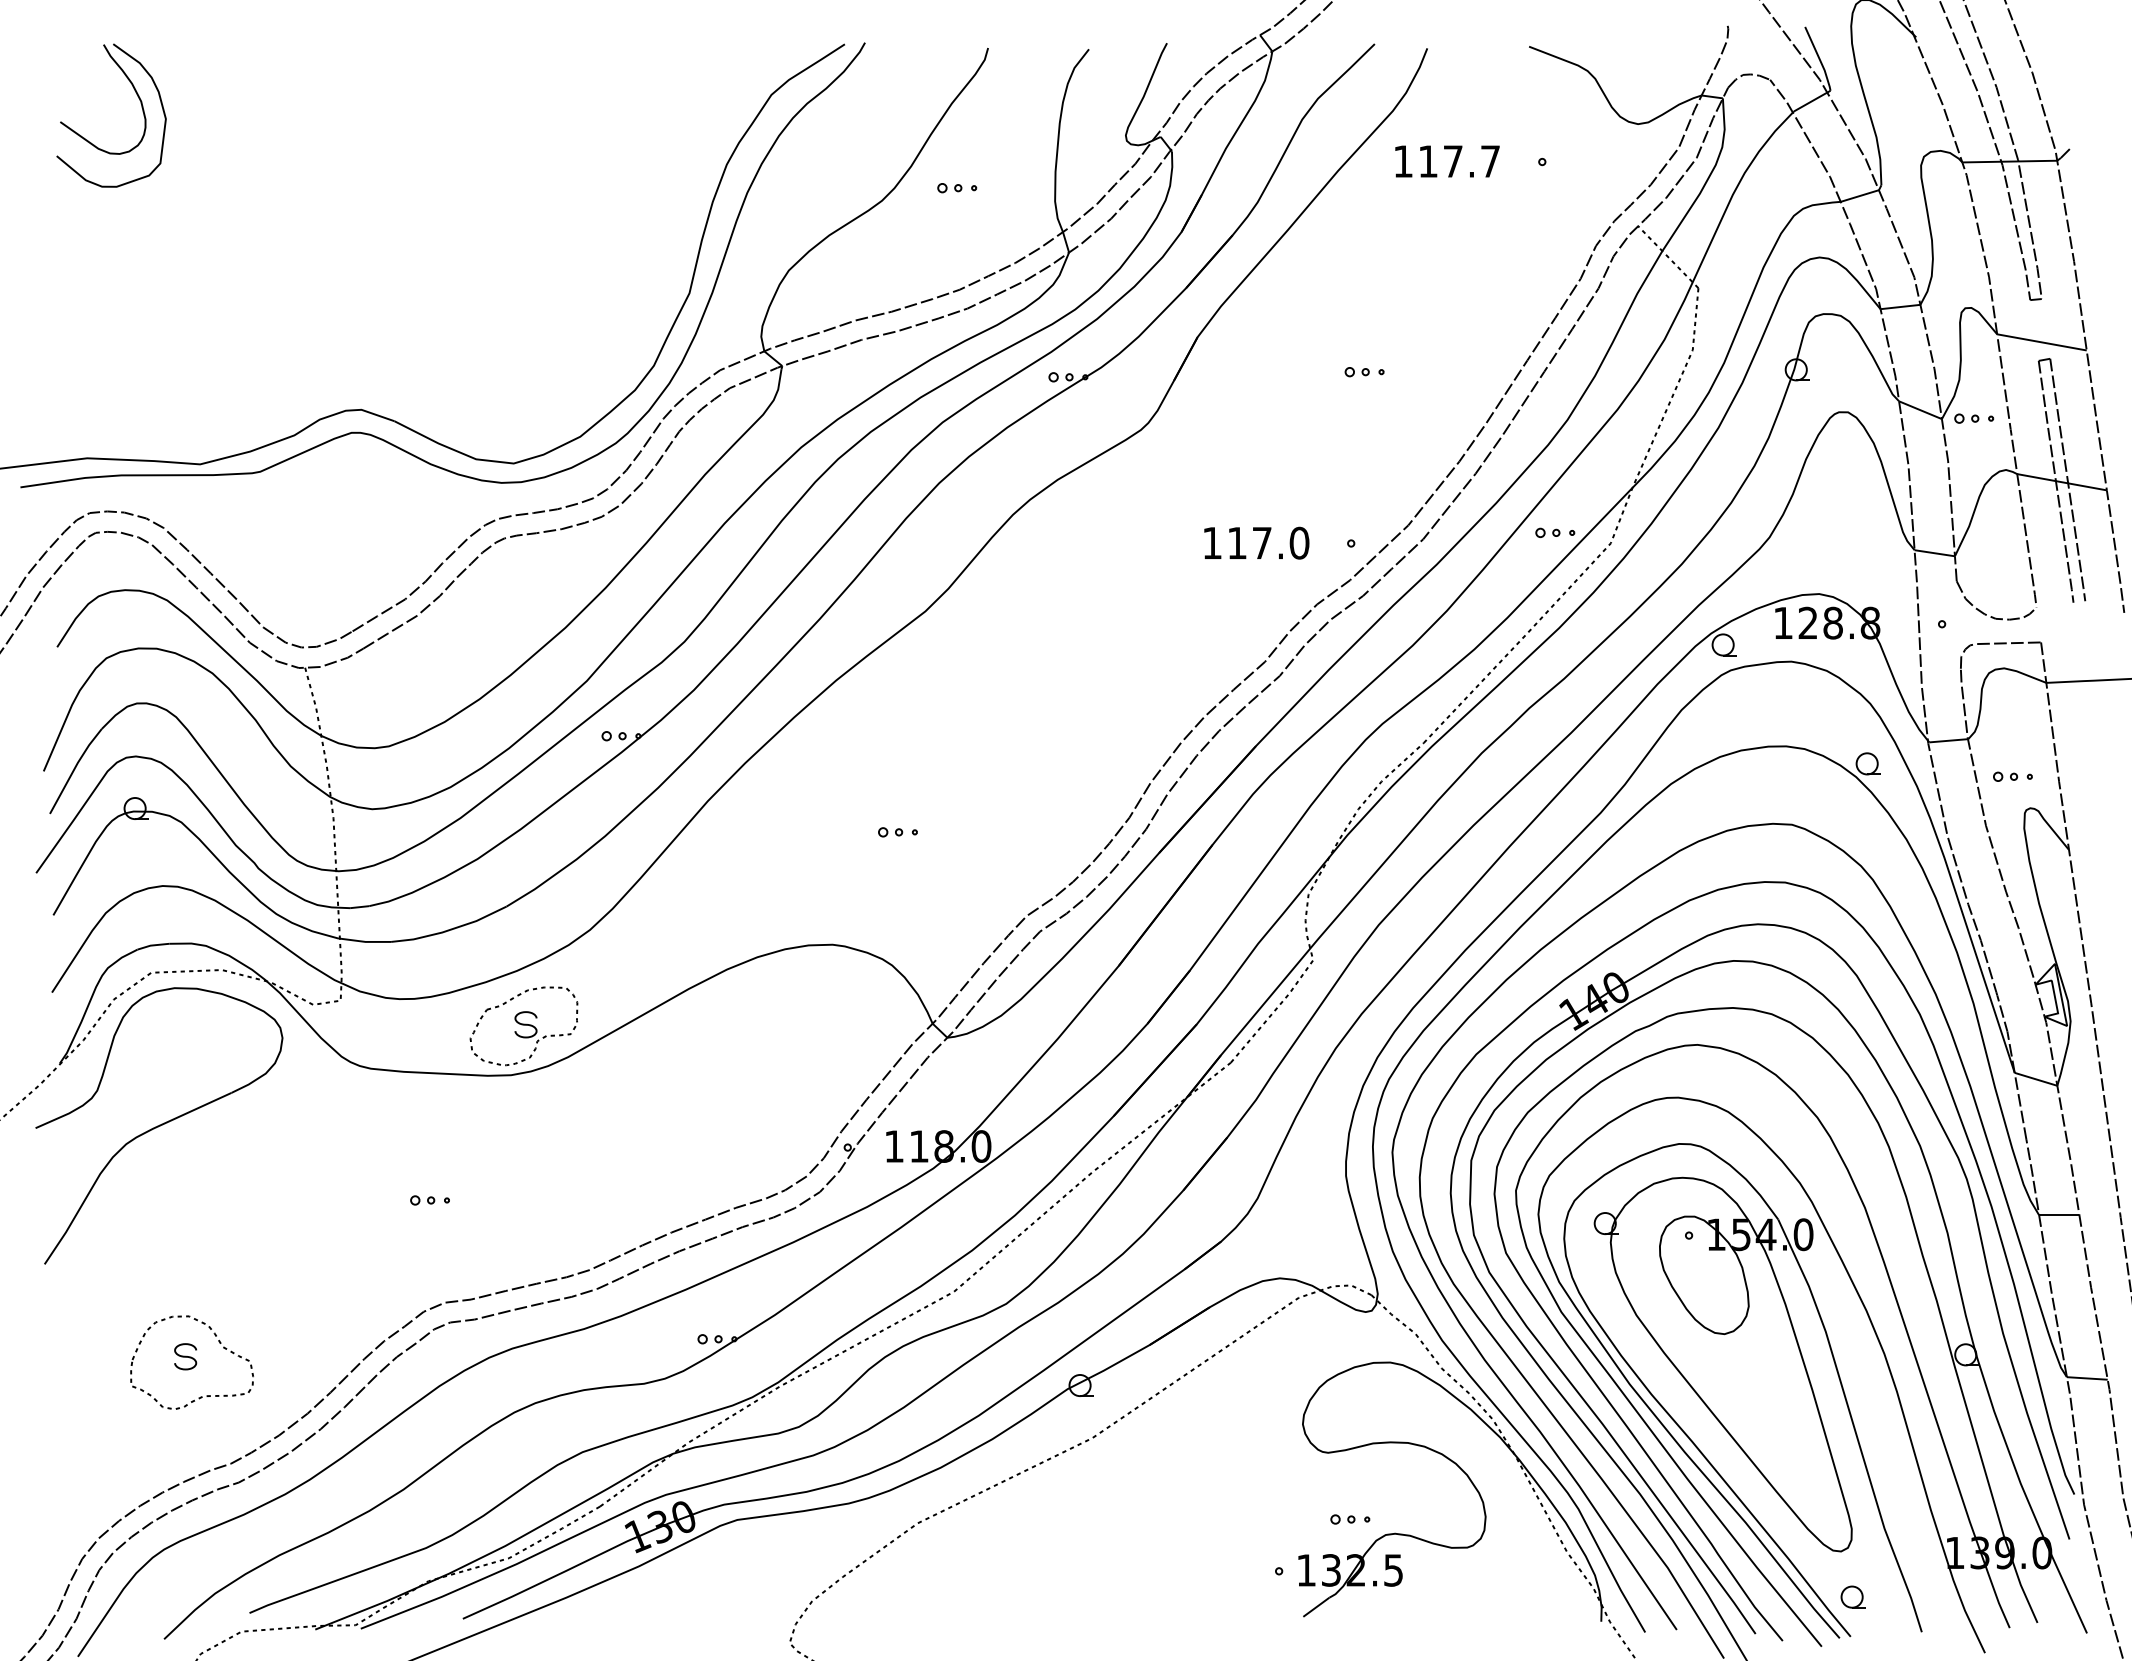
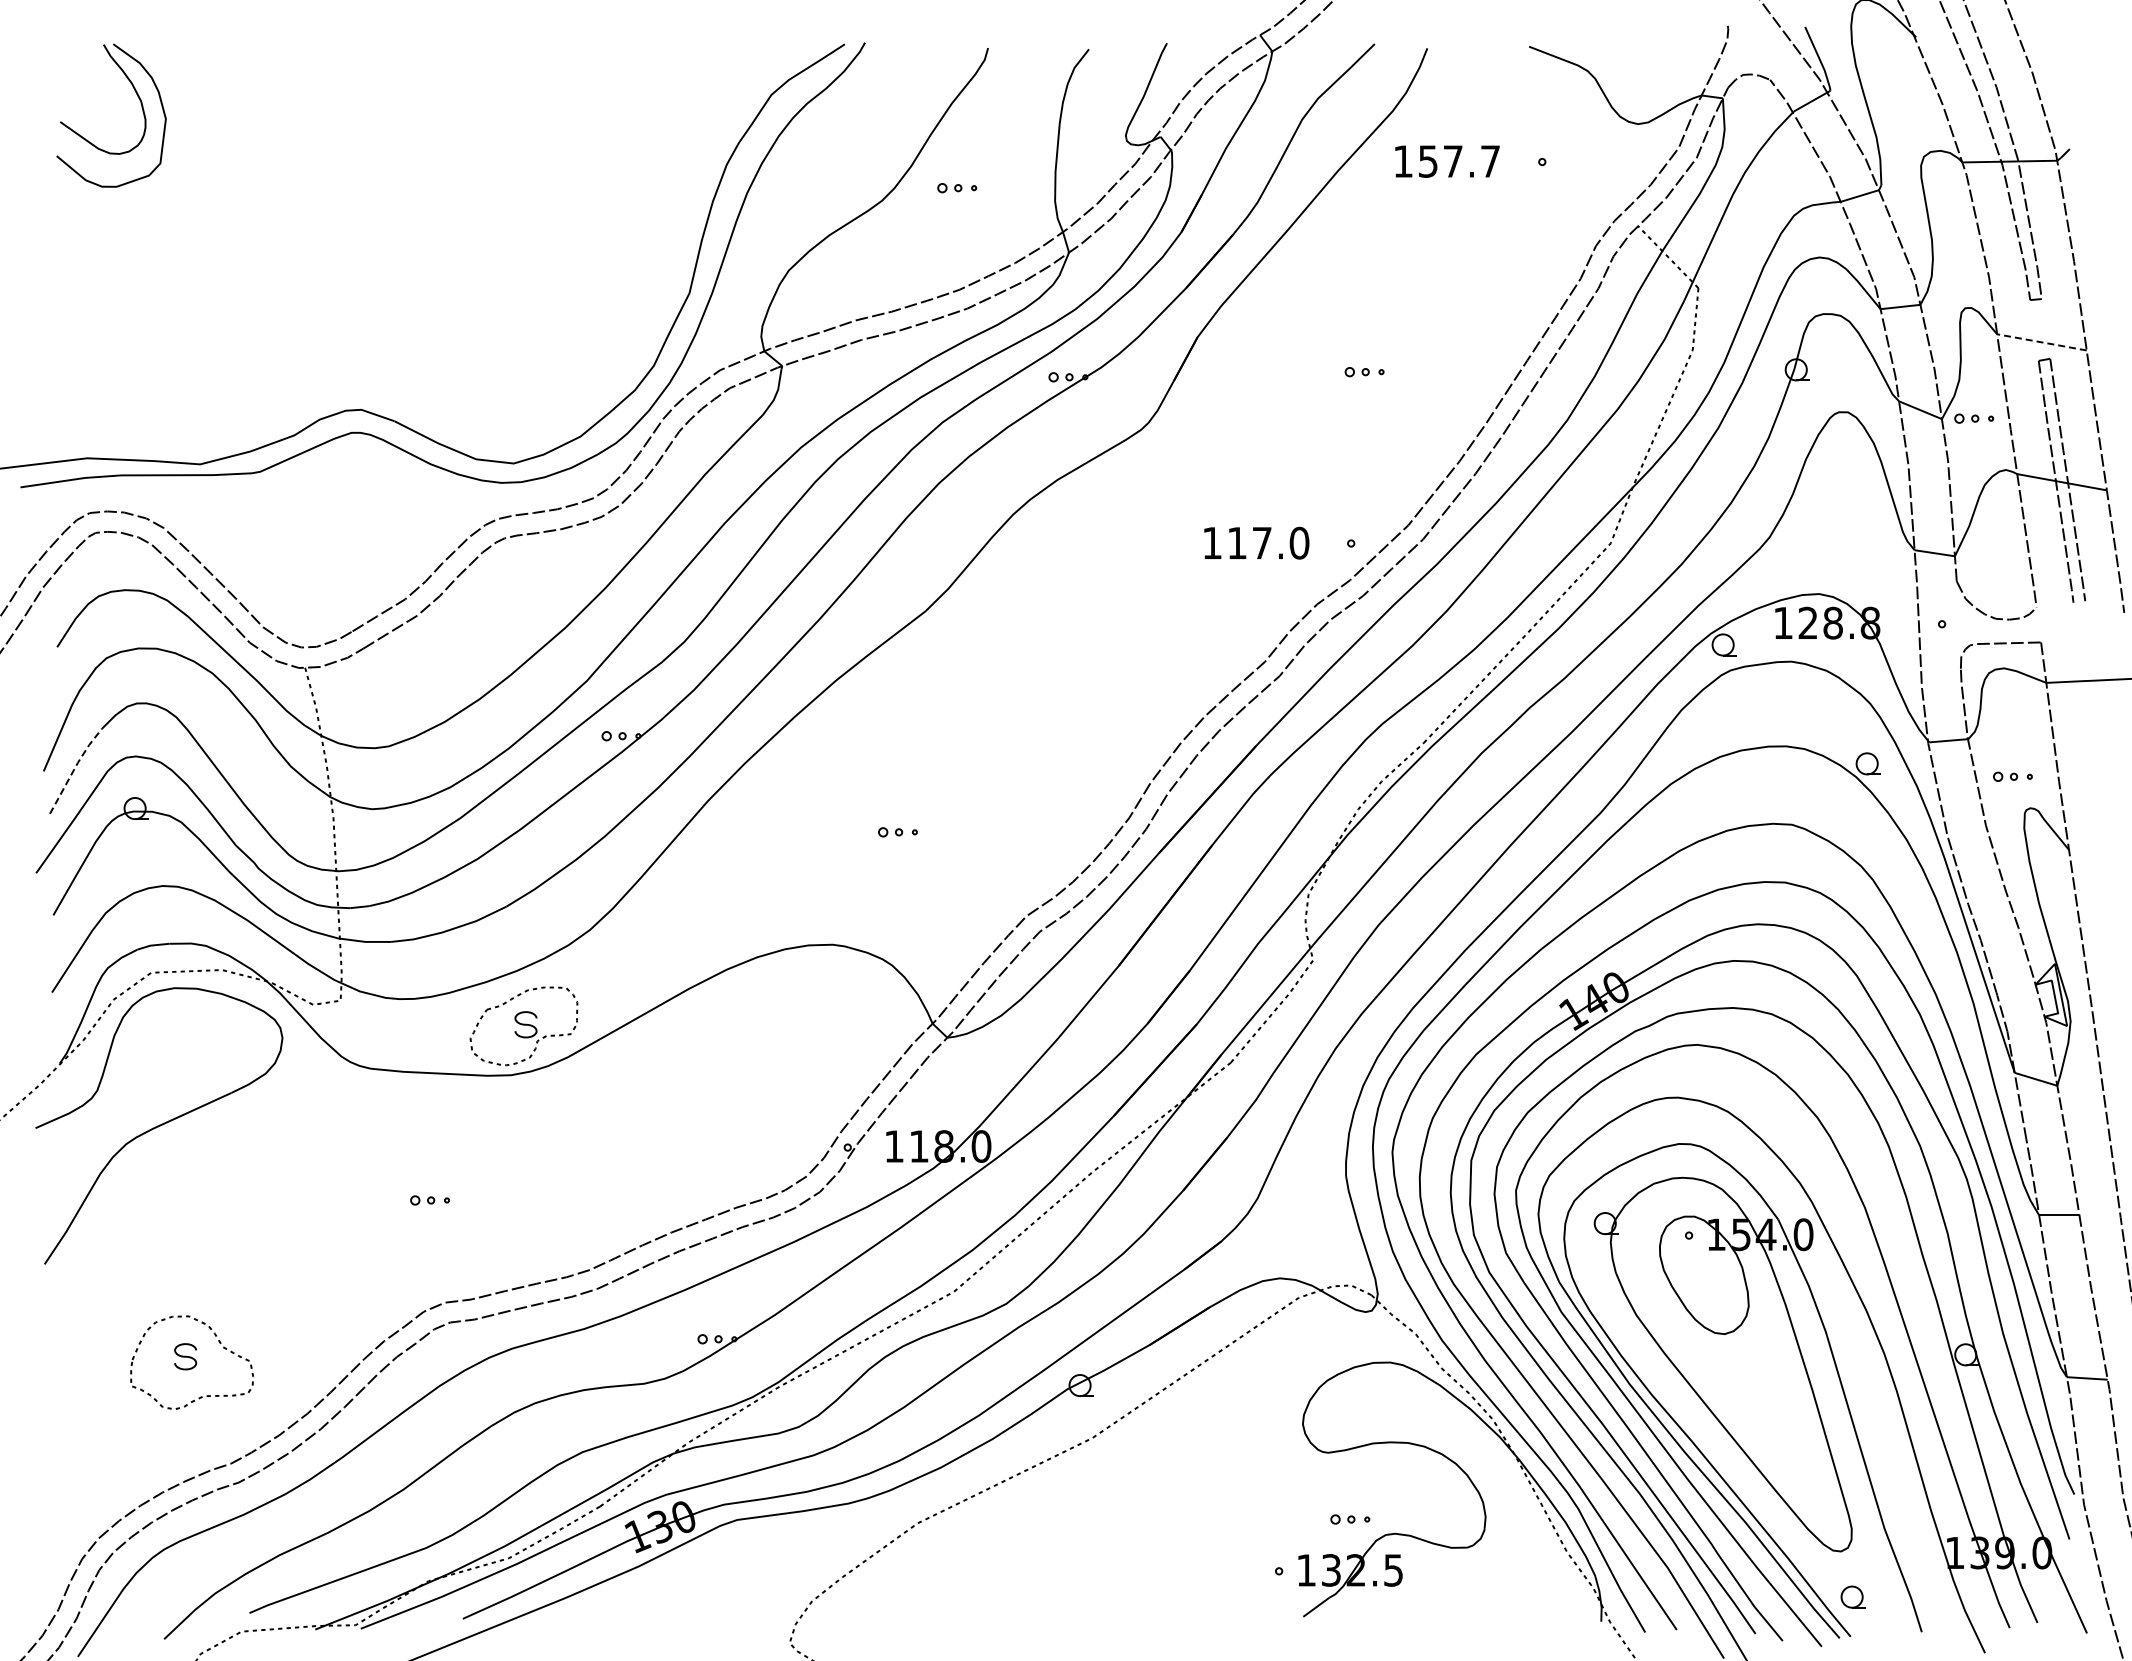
text at (1428, 161): 117.7 -> 157.7
line at (2041, 342): solid -> dashed
part at (1555, 532): present -> none
line at (74, 768): solid -> dashed
